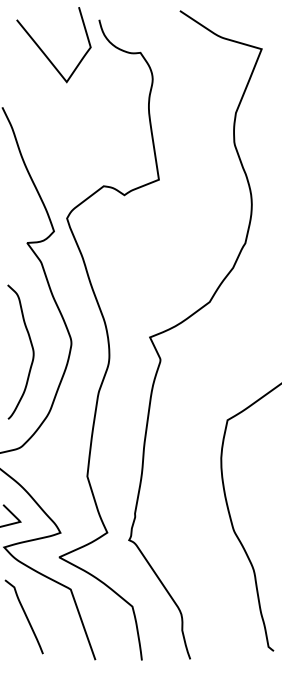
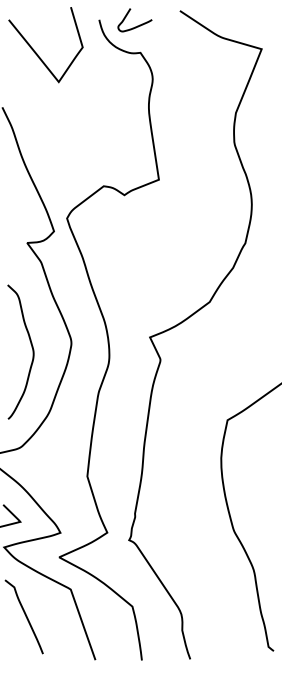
curve at (137, 25): none -> present
curve at (45, 53) position: (45, 53) -> (37, 53)
